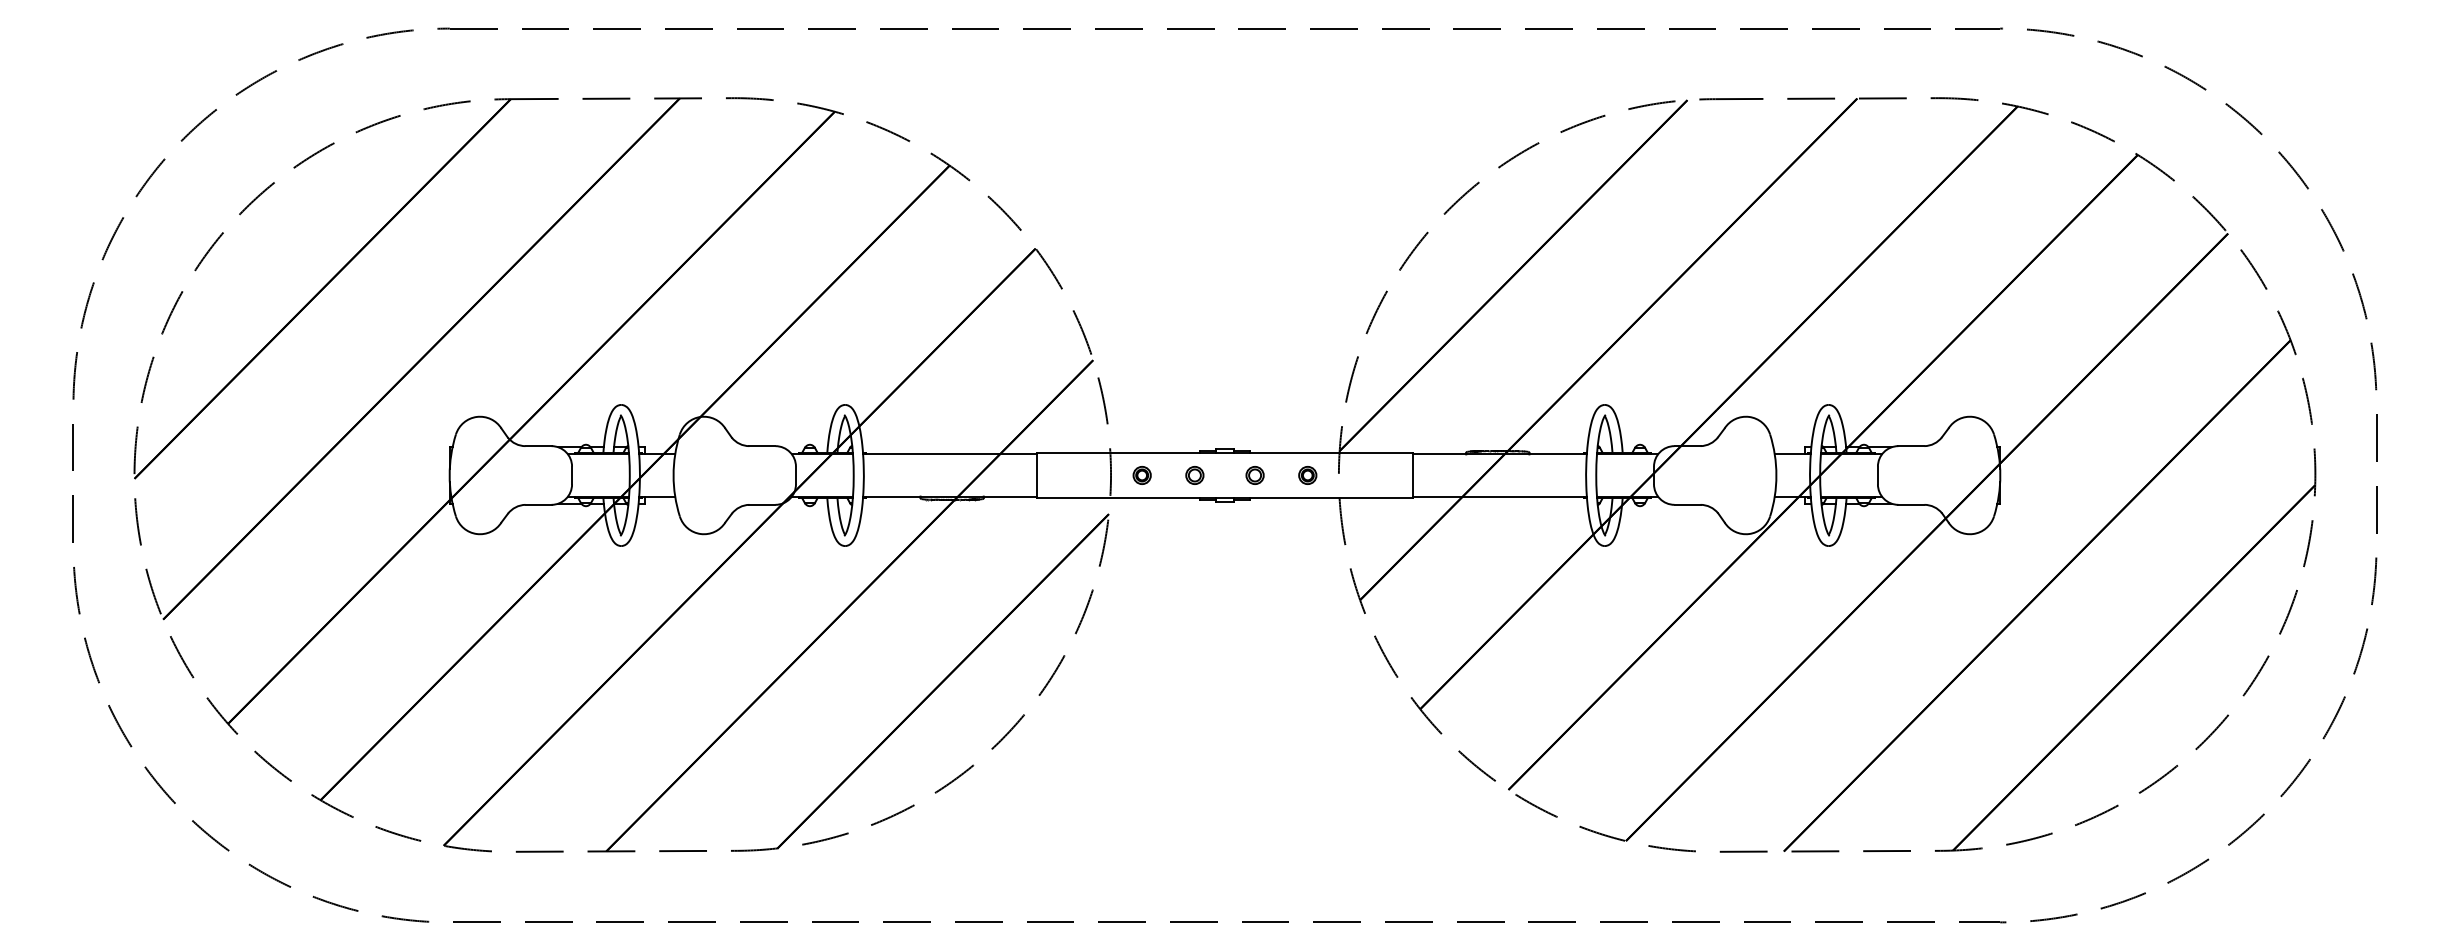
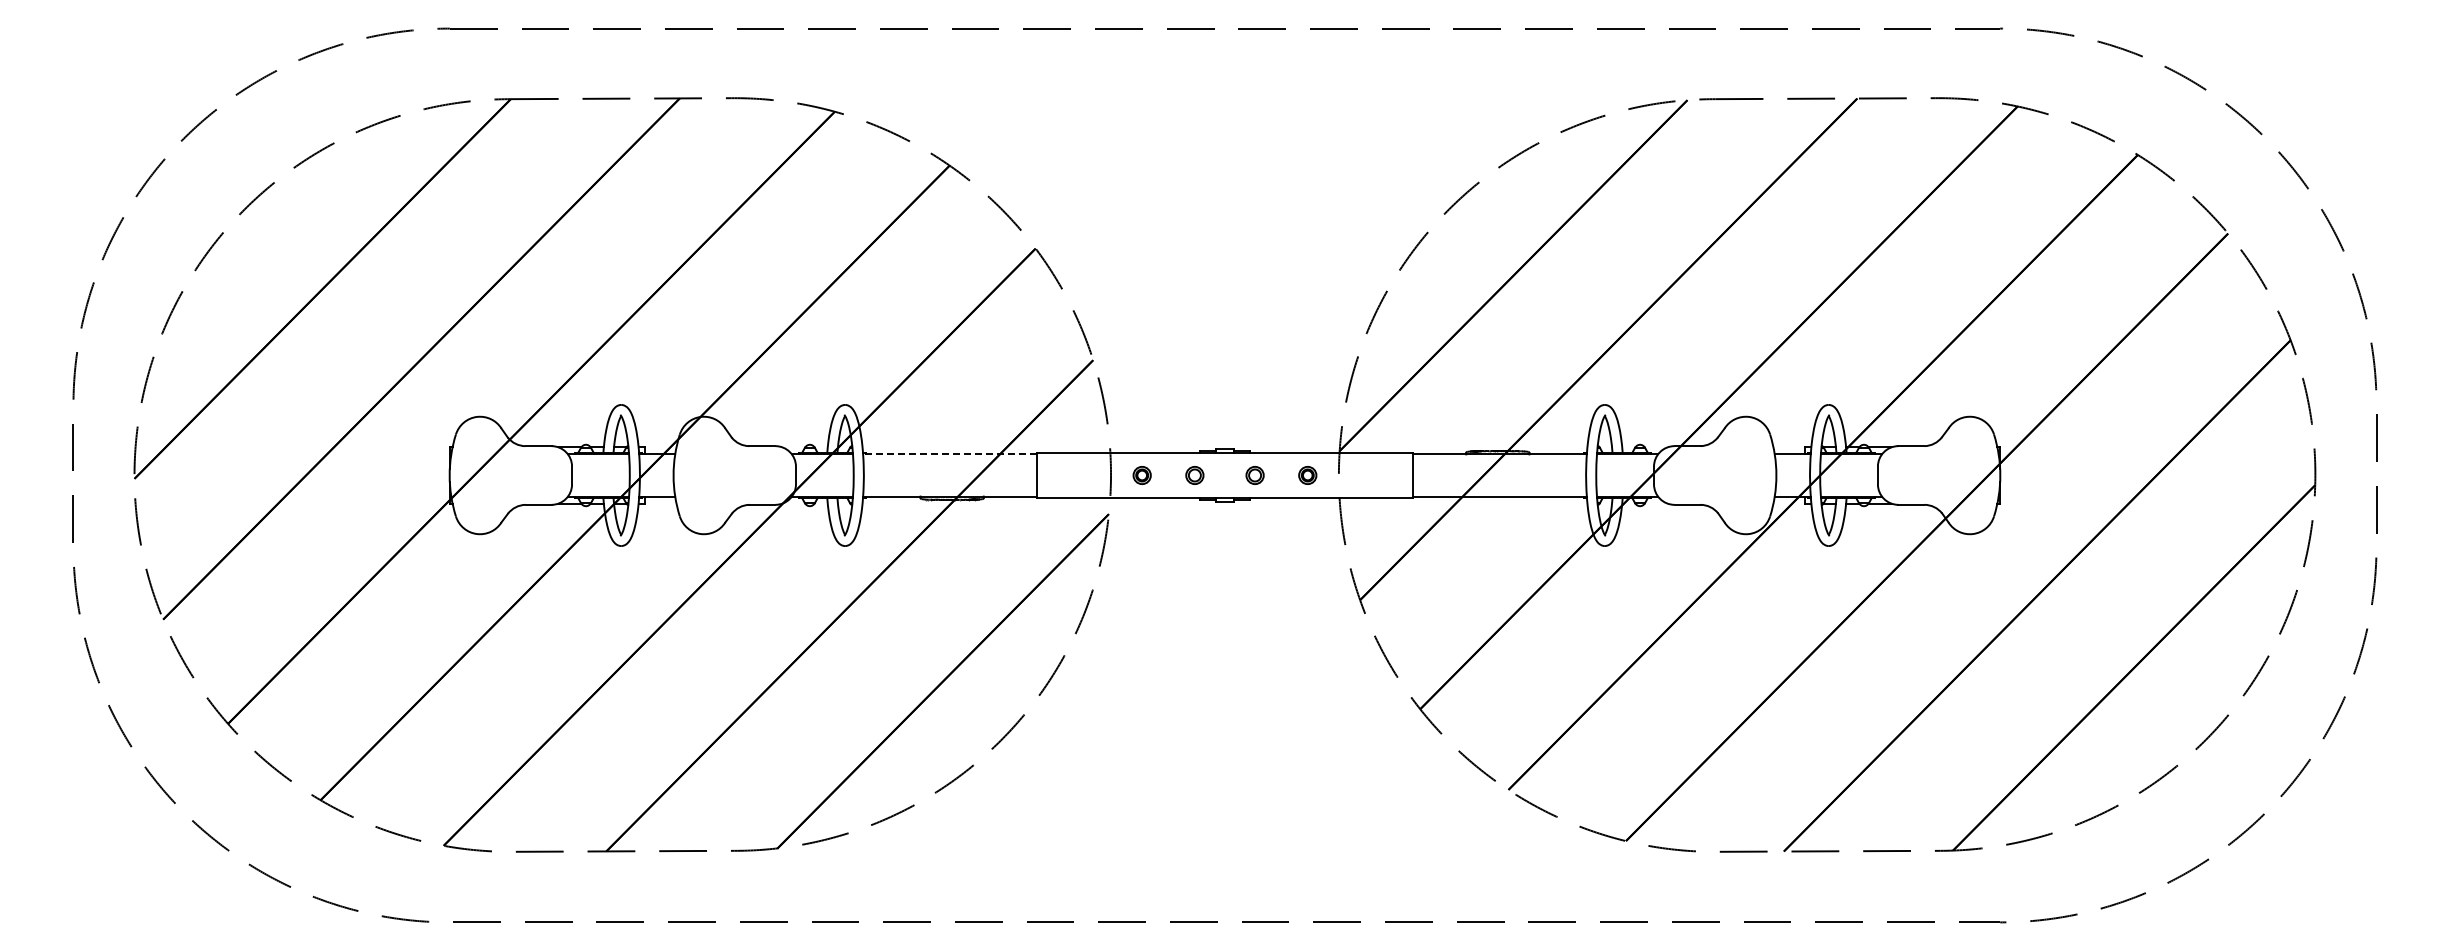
line at (949, 454): solid -> dashed
